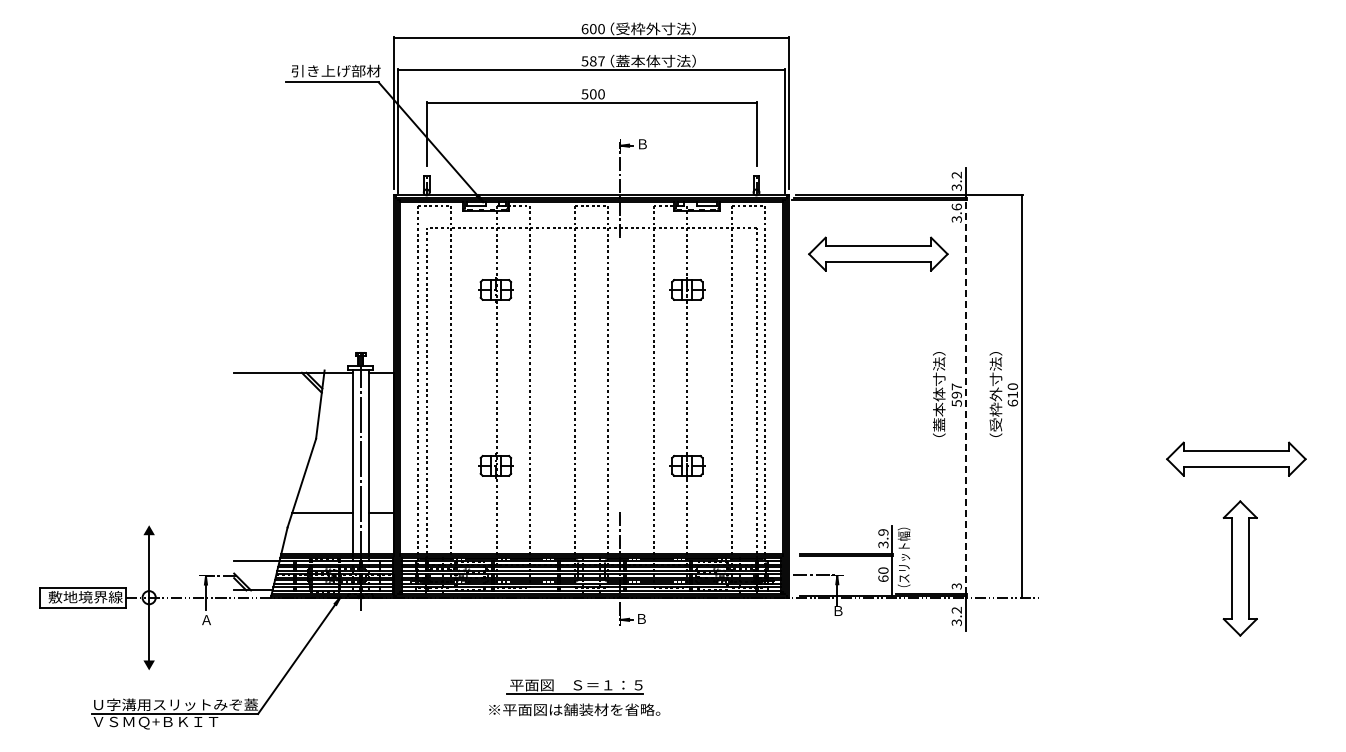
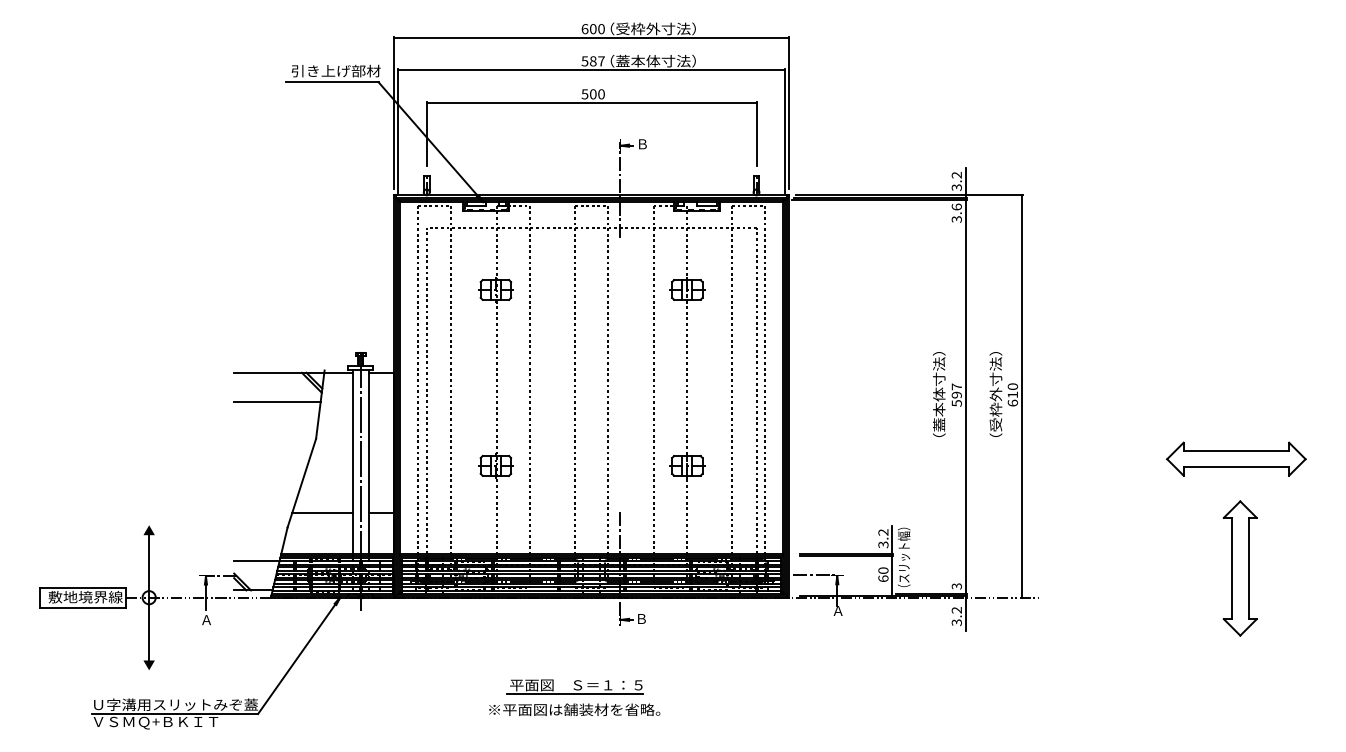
part at (878, 253): present -> none
line at (965, 396): dashed -> solid
line at (277, 402): none -> present
text at (883, 532): 3.9 -> 3.2
text at (837, 610): Ｂ -> Ａ
